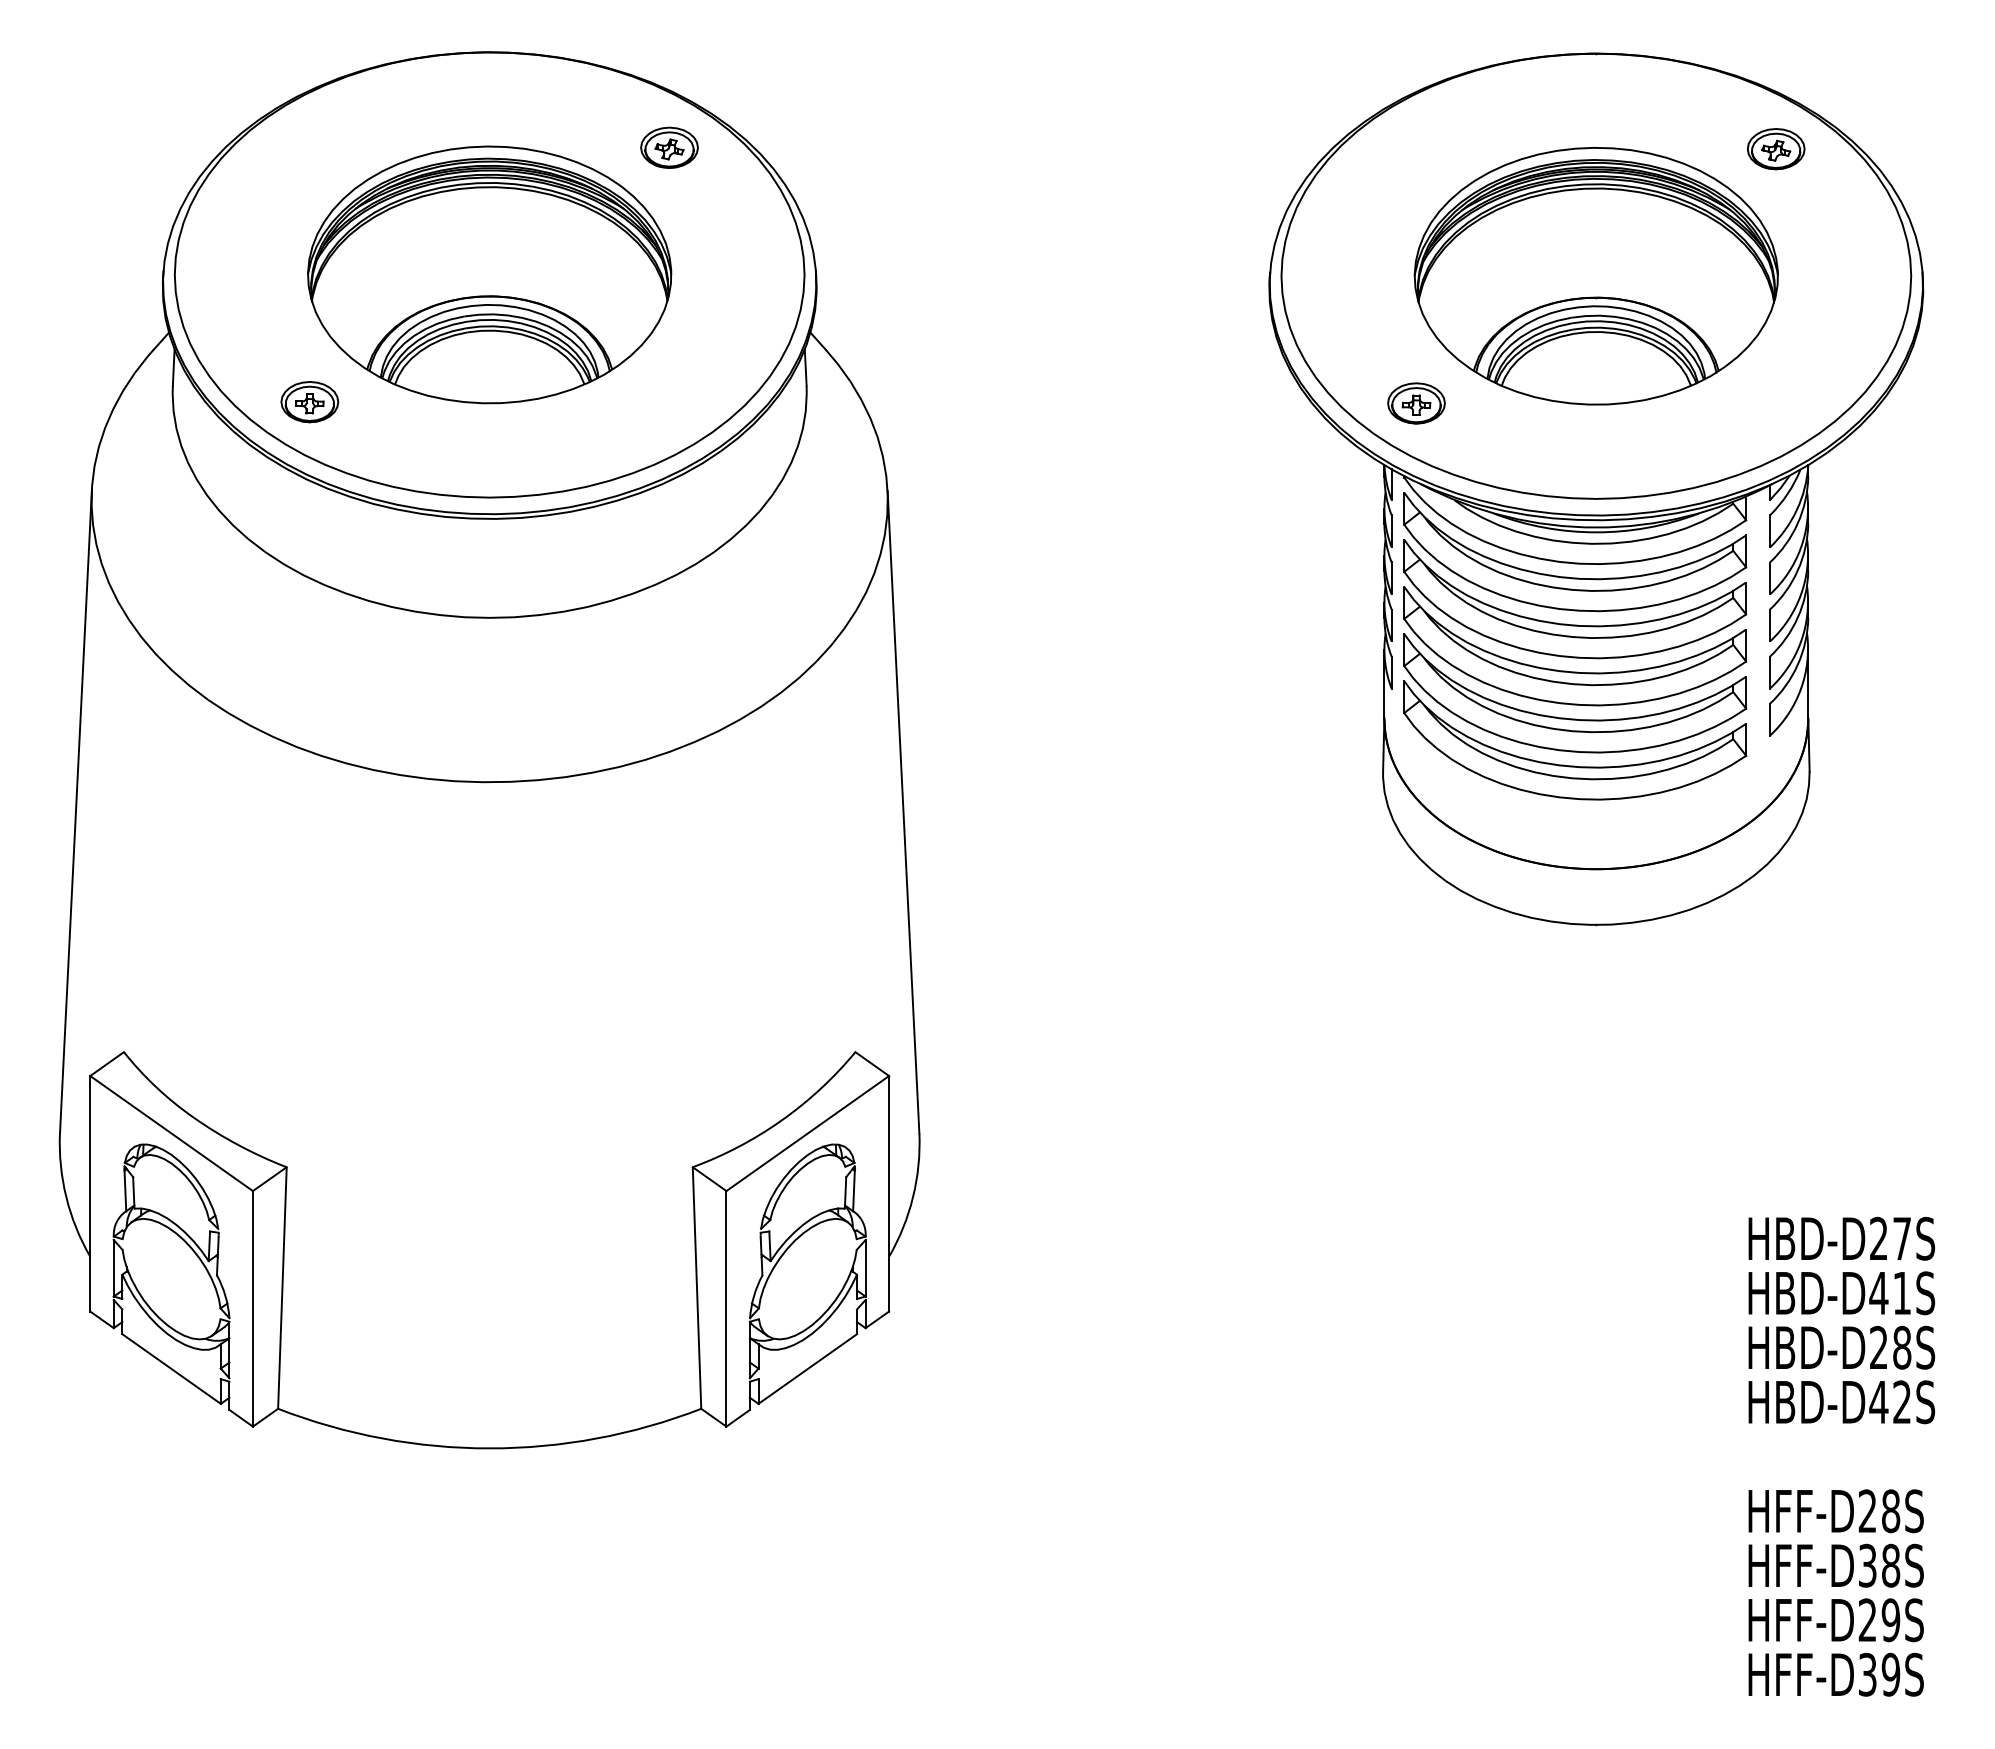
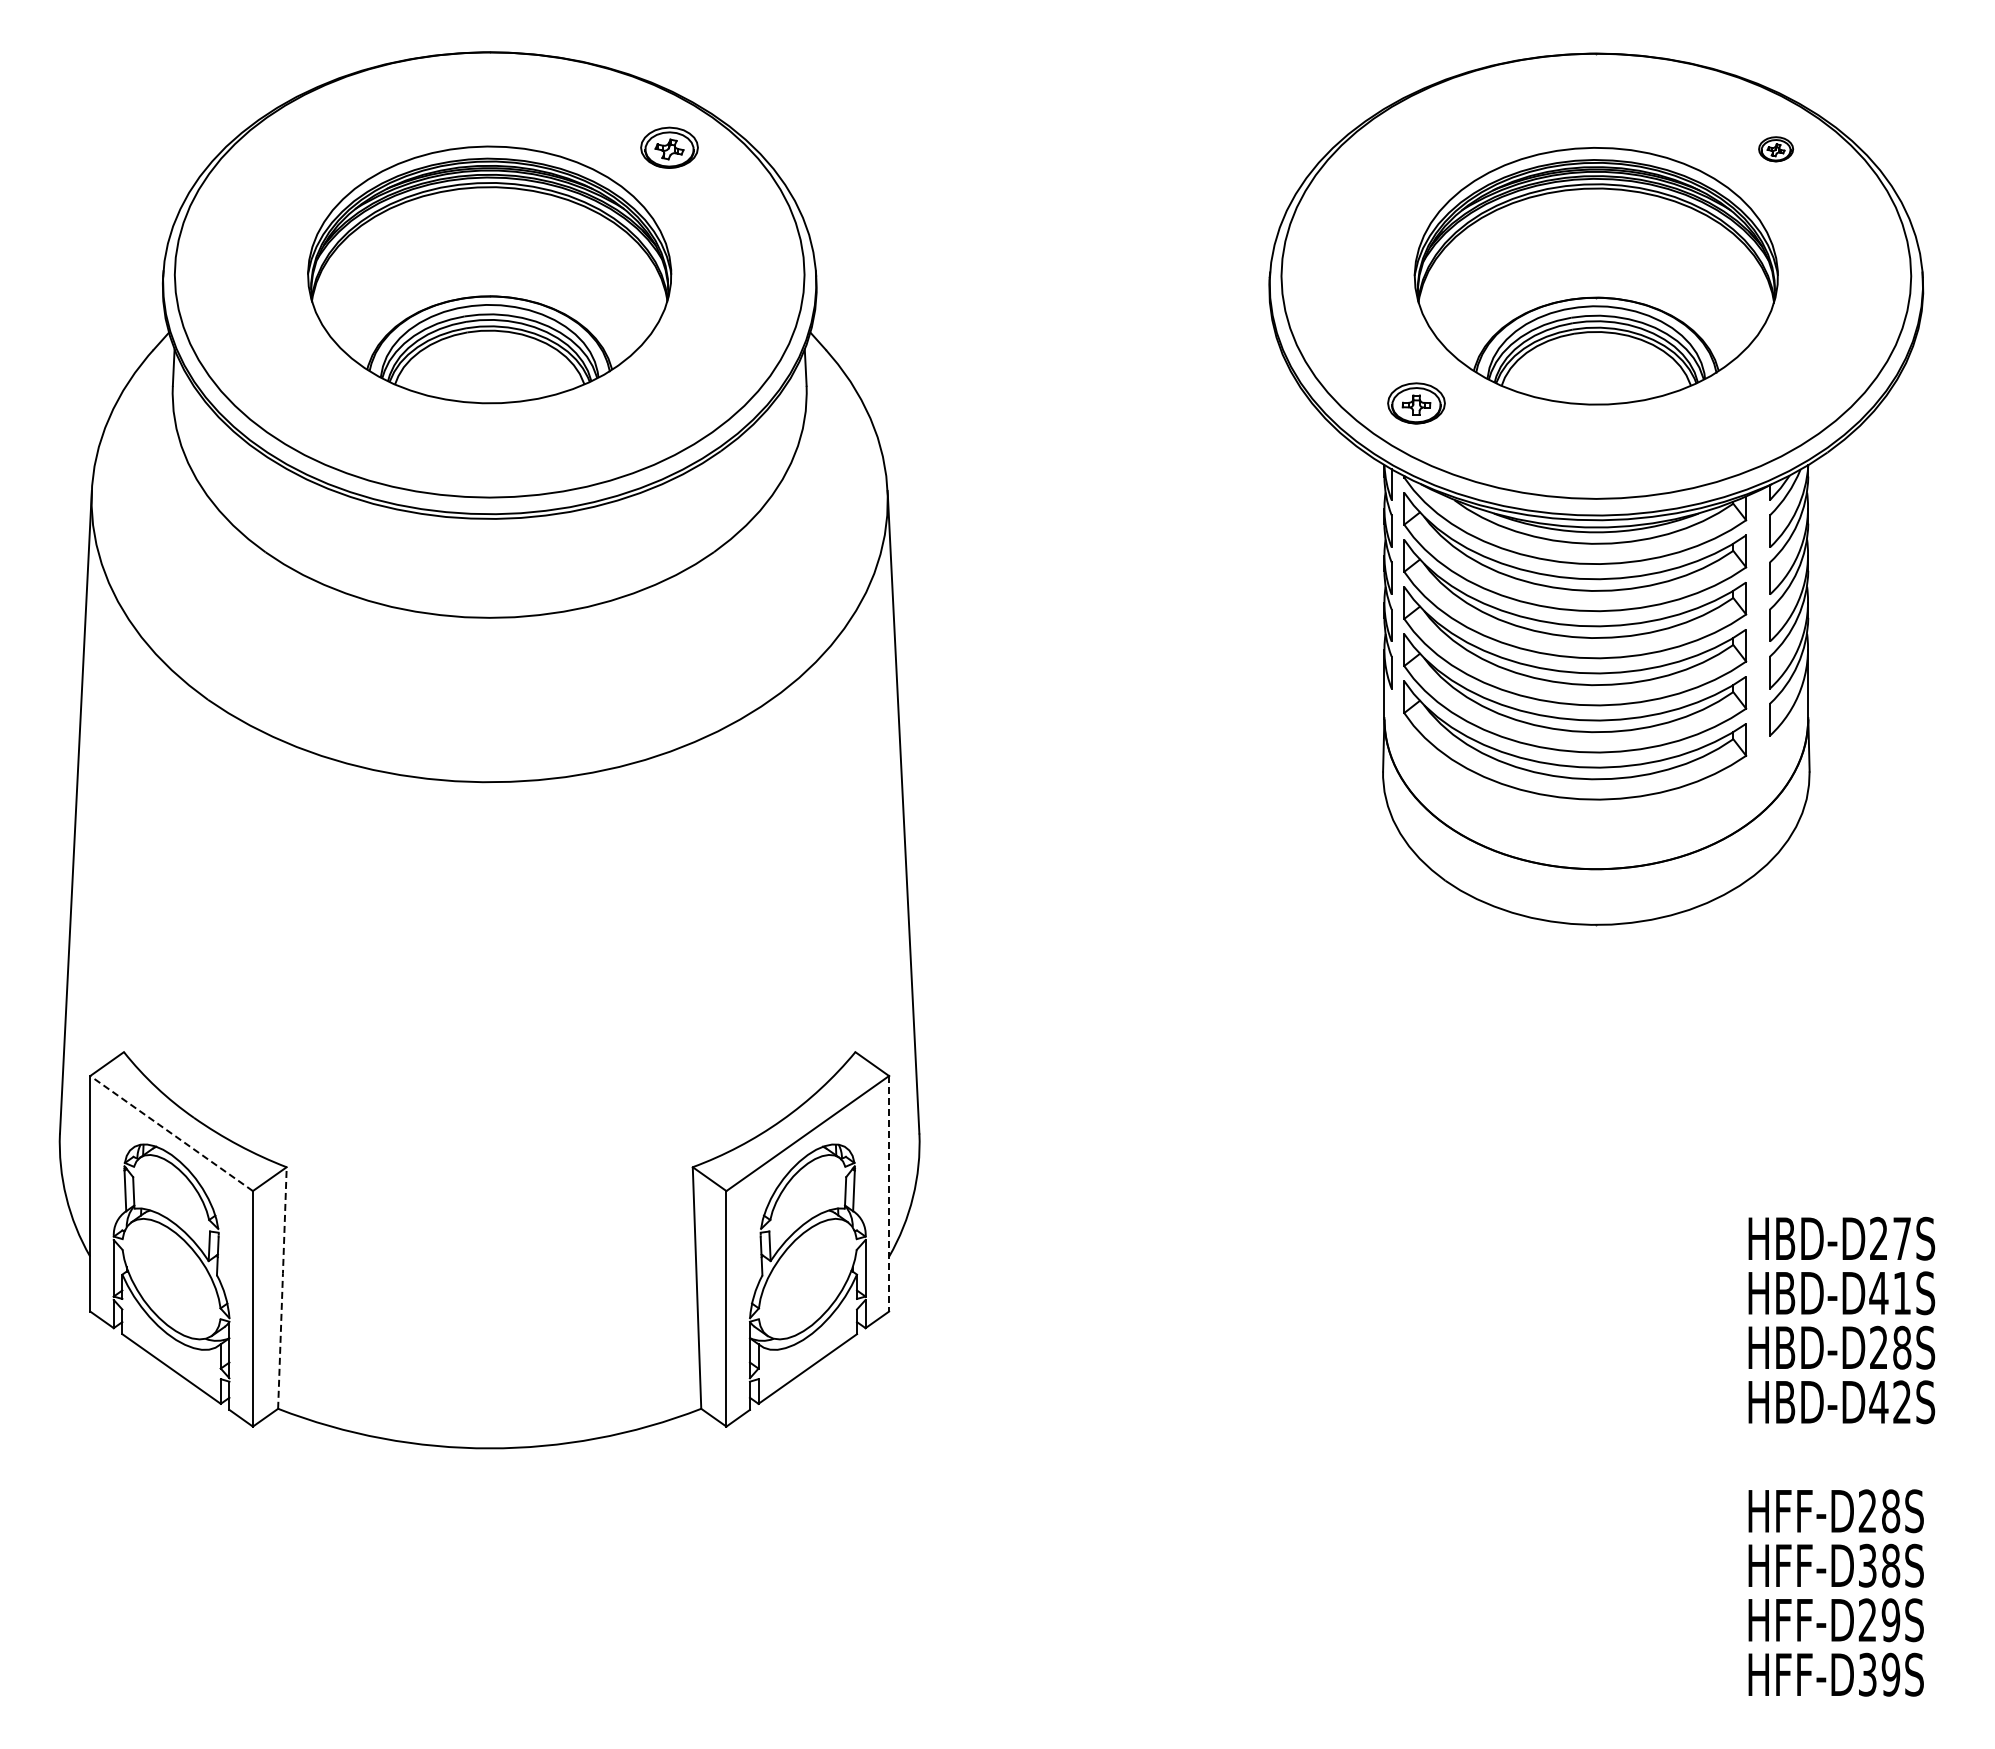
part at (1775, 149) size: 60x43 px -> 37x27 px
part at (309, 402): present -> none
line at (171, 1133): solid -> dashed
line at (889, 1193): solid -> dashed
line at (282, 1287): solid -> dashed
